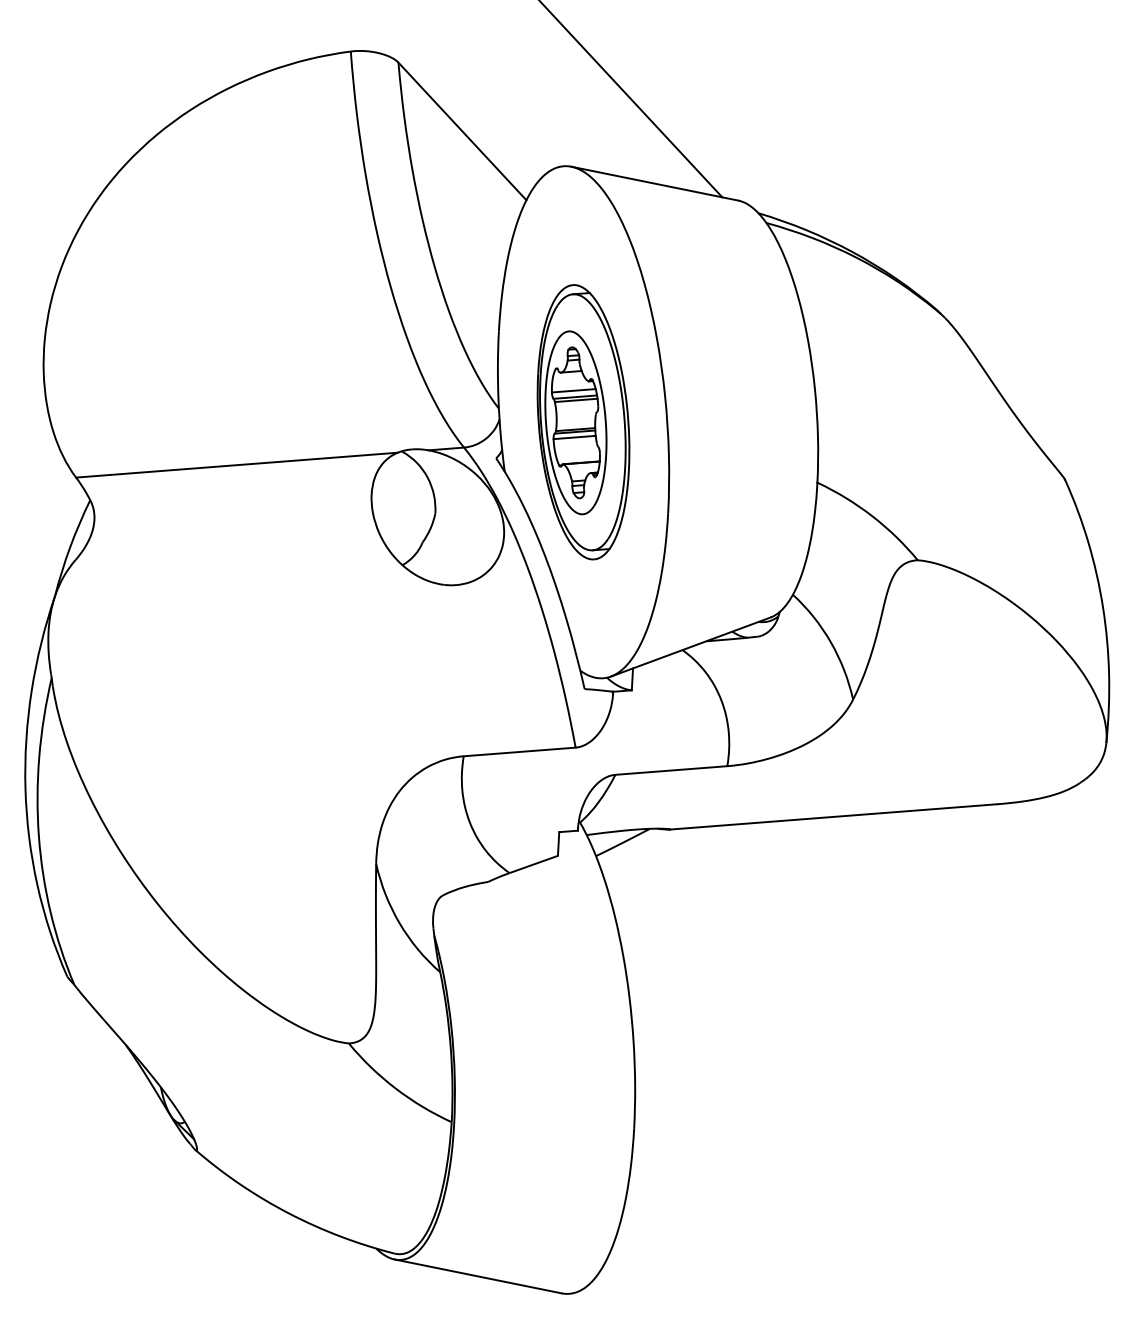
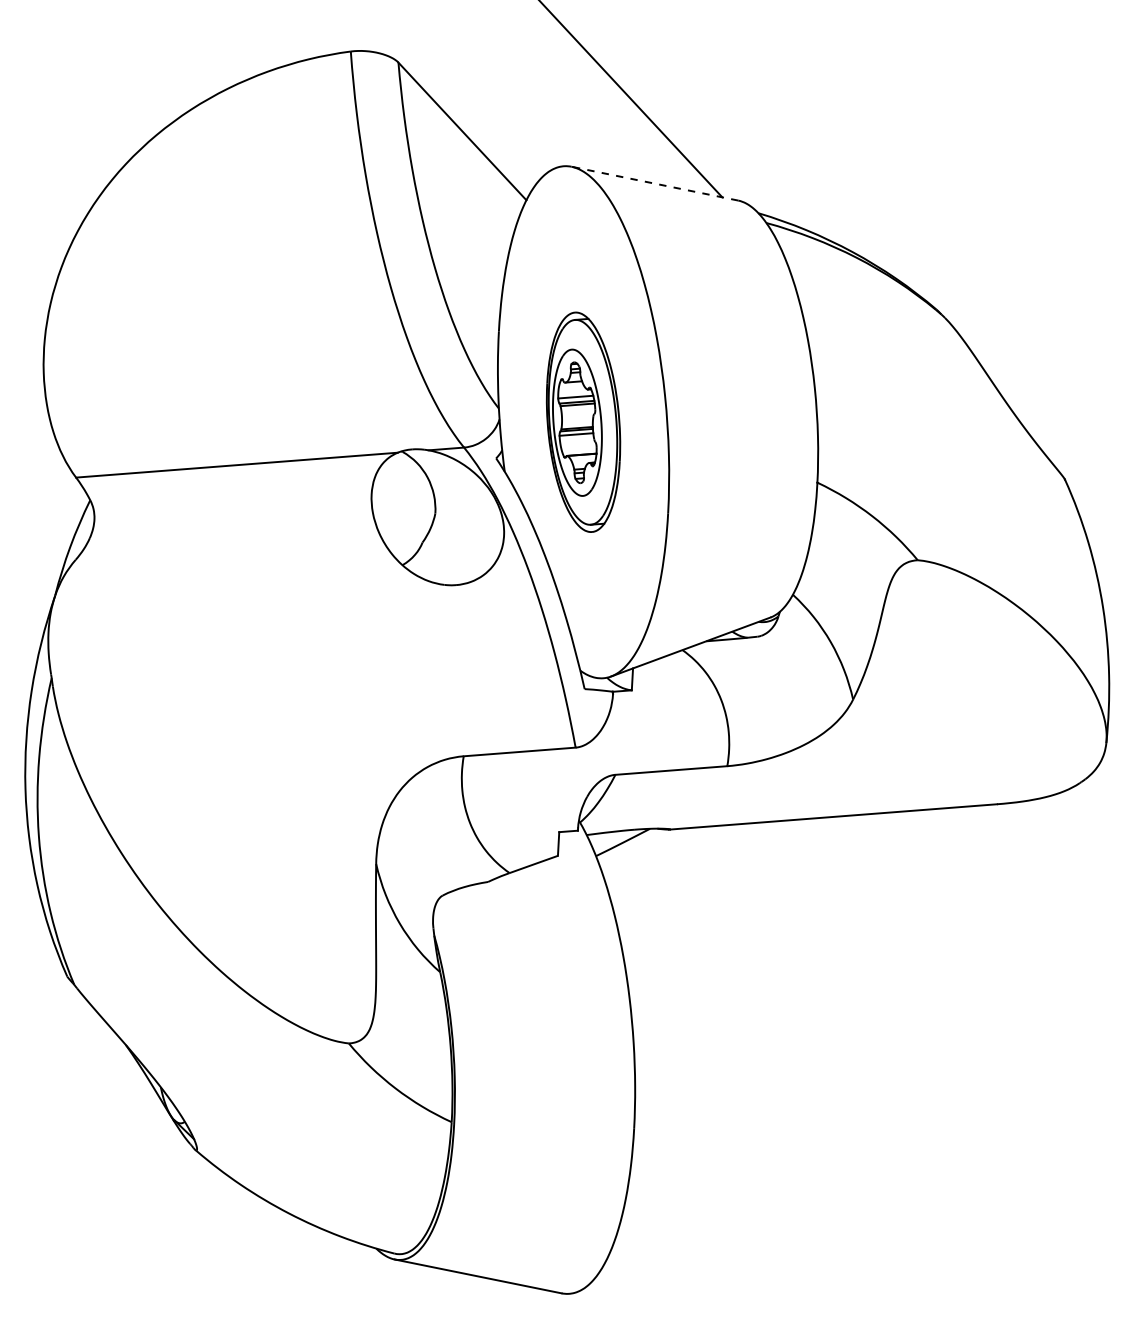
line at (654, 183): solid -> dashed
part at (583, 422) size: 95x277 px -> 77x222 px
